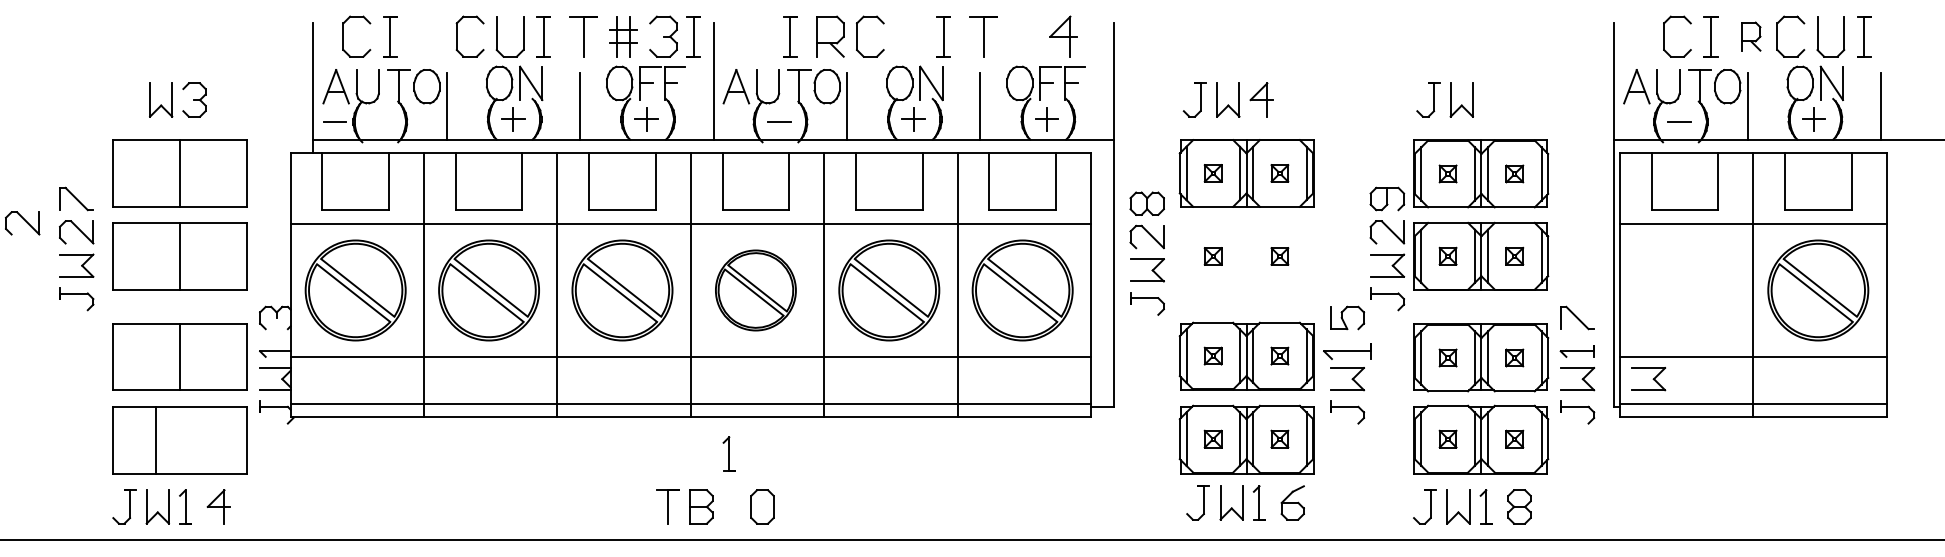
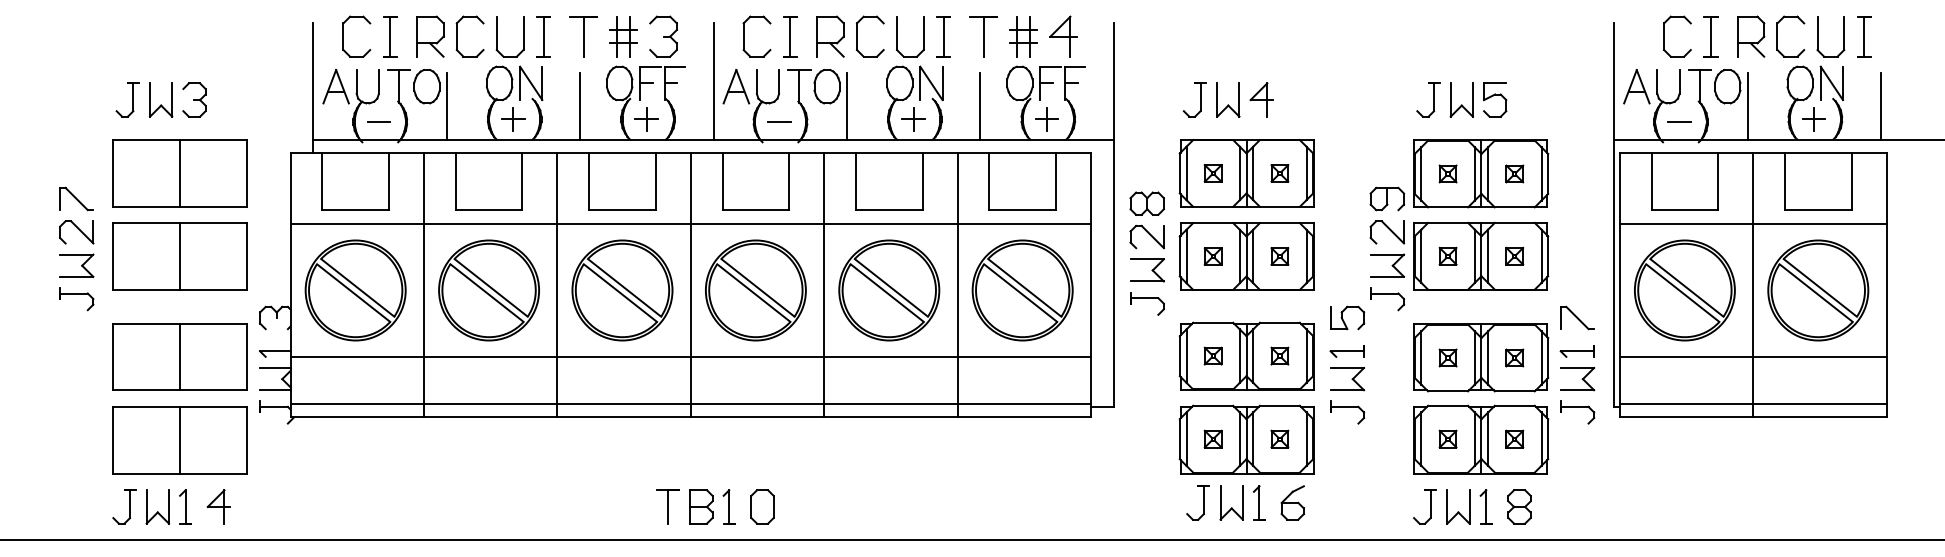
part at (430, 36): none -> present
part at (693, 36): present -> none
part at (744, 36): none -> present
part at (897, 36): none -> present
part at (1023, 36): none -> present
part at (1751, 36) size: 21x31 px -> 29x43 px
part at (127, 99): none -> present
part at (1495, 99): none -> present
line at (334, 121) position: (334, 121) -> (378, 121)
part at (22, 223): present -> none
part at (1246, 256): none -> present
part at (755, 290) size: 82x83 px -> 102x103 px
part at (1684, 290): none -> present
part at (1347, 351) size: 49x17 px -> 36x13 px
part at (1648, 379): present -> none
line at (156, 439) position: (156, 439) -> (180, 439)
part at (728, 453) position: (728, 453) -> (728, 506)
